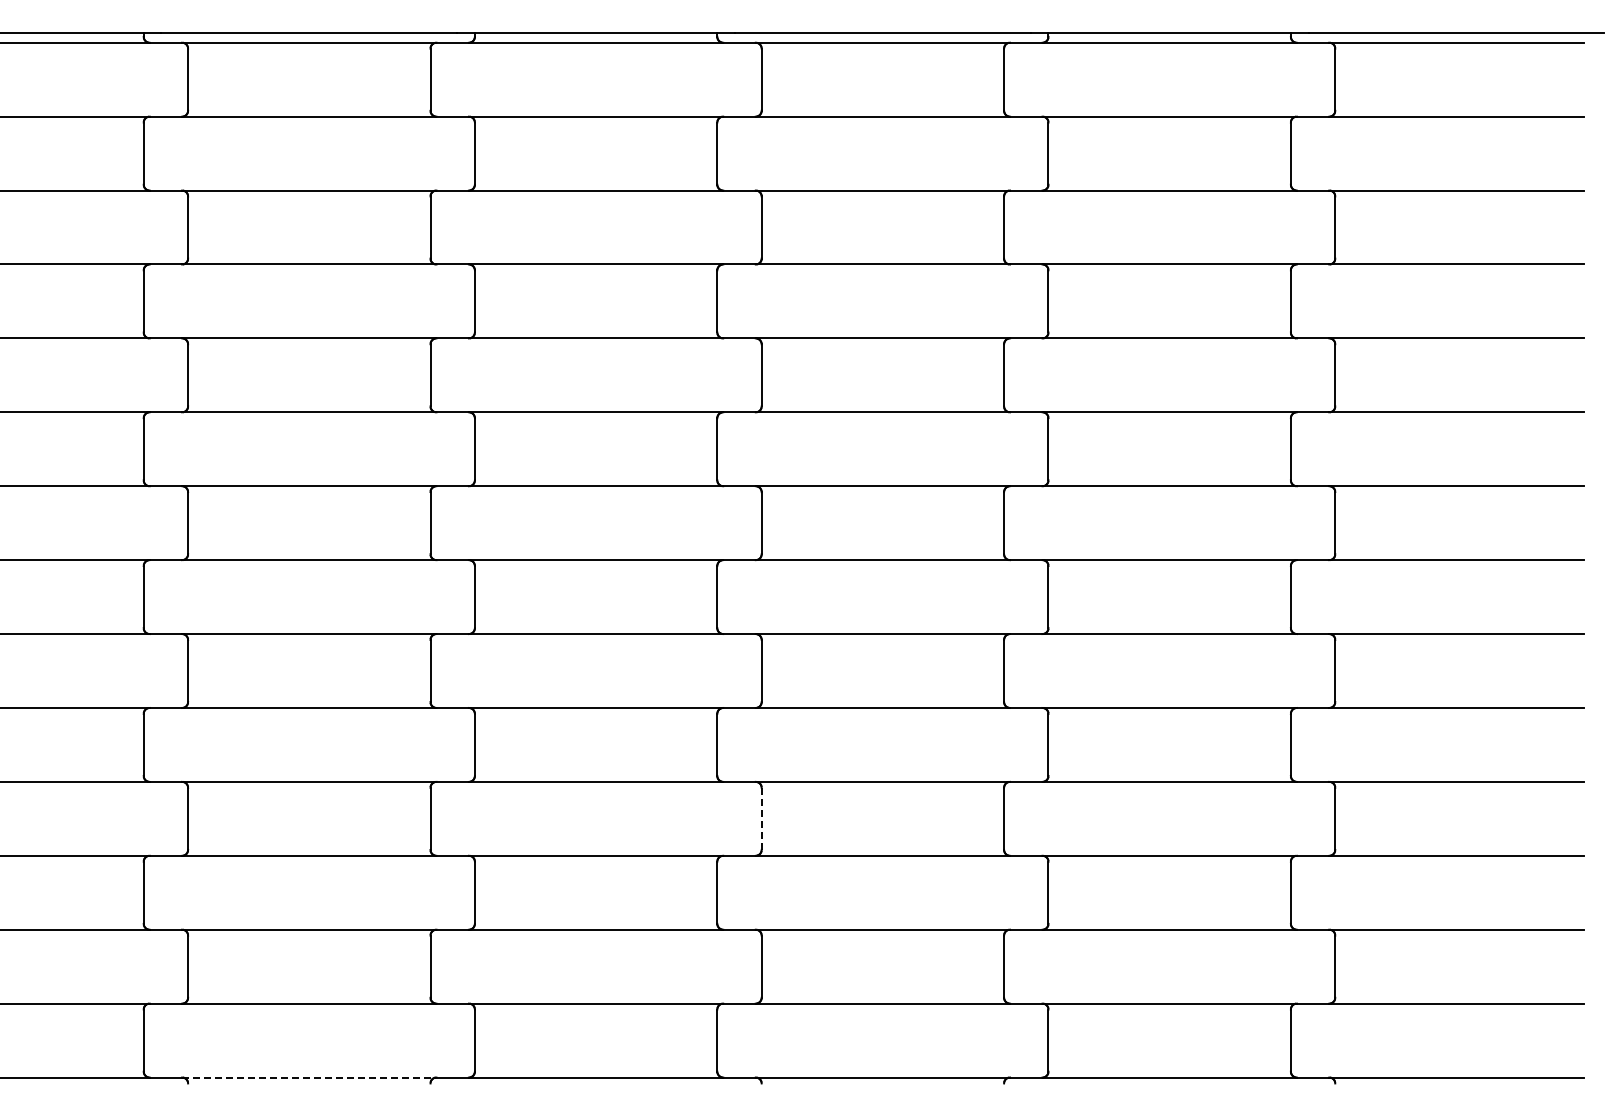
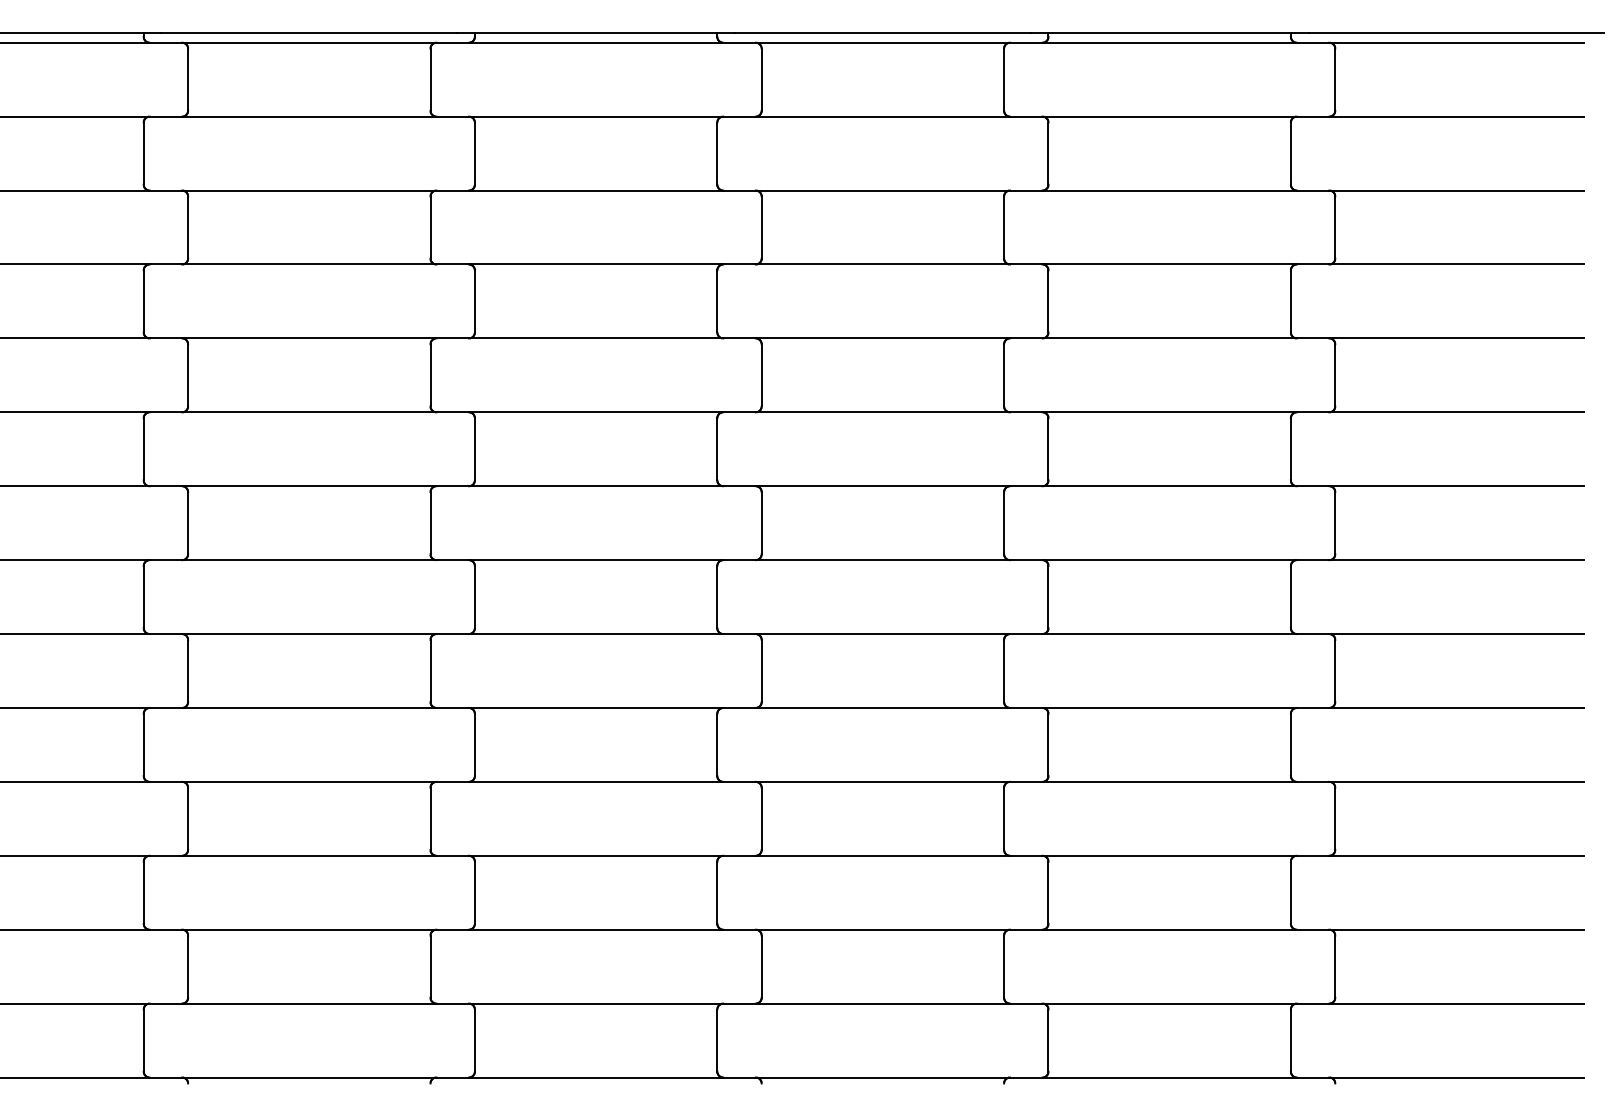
line at (761, 818): dashed -> solid
line at (309, 1077): dashed -> solid
